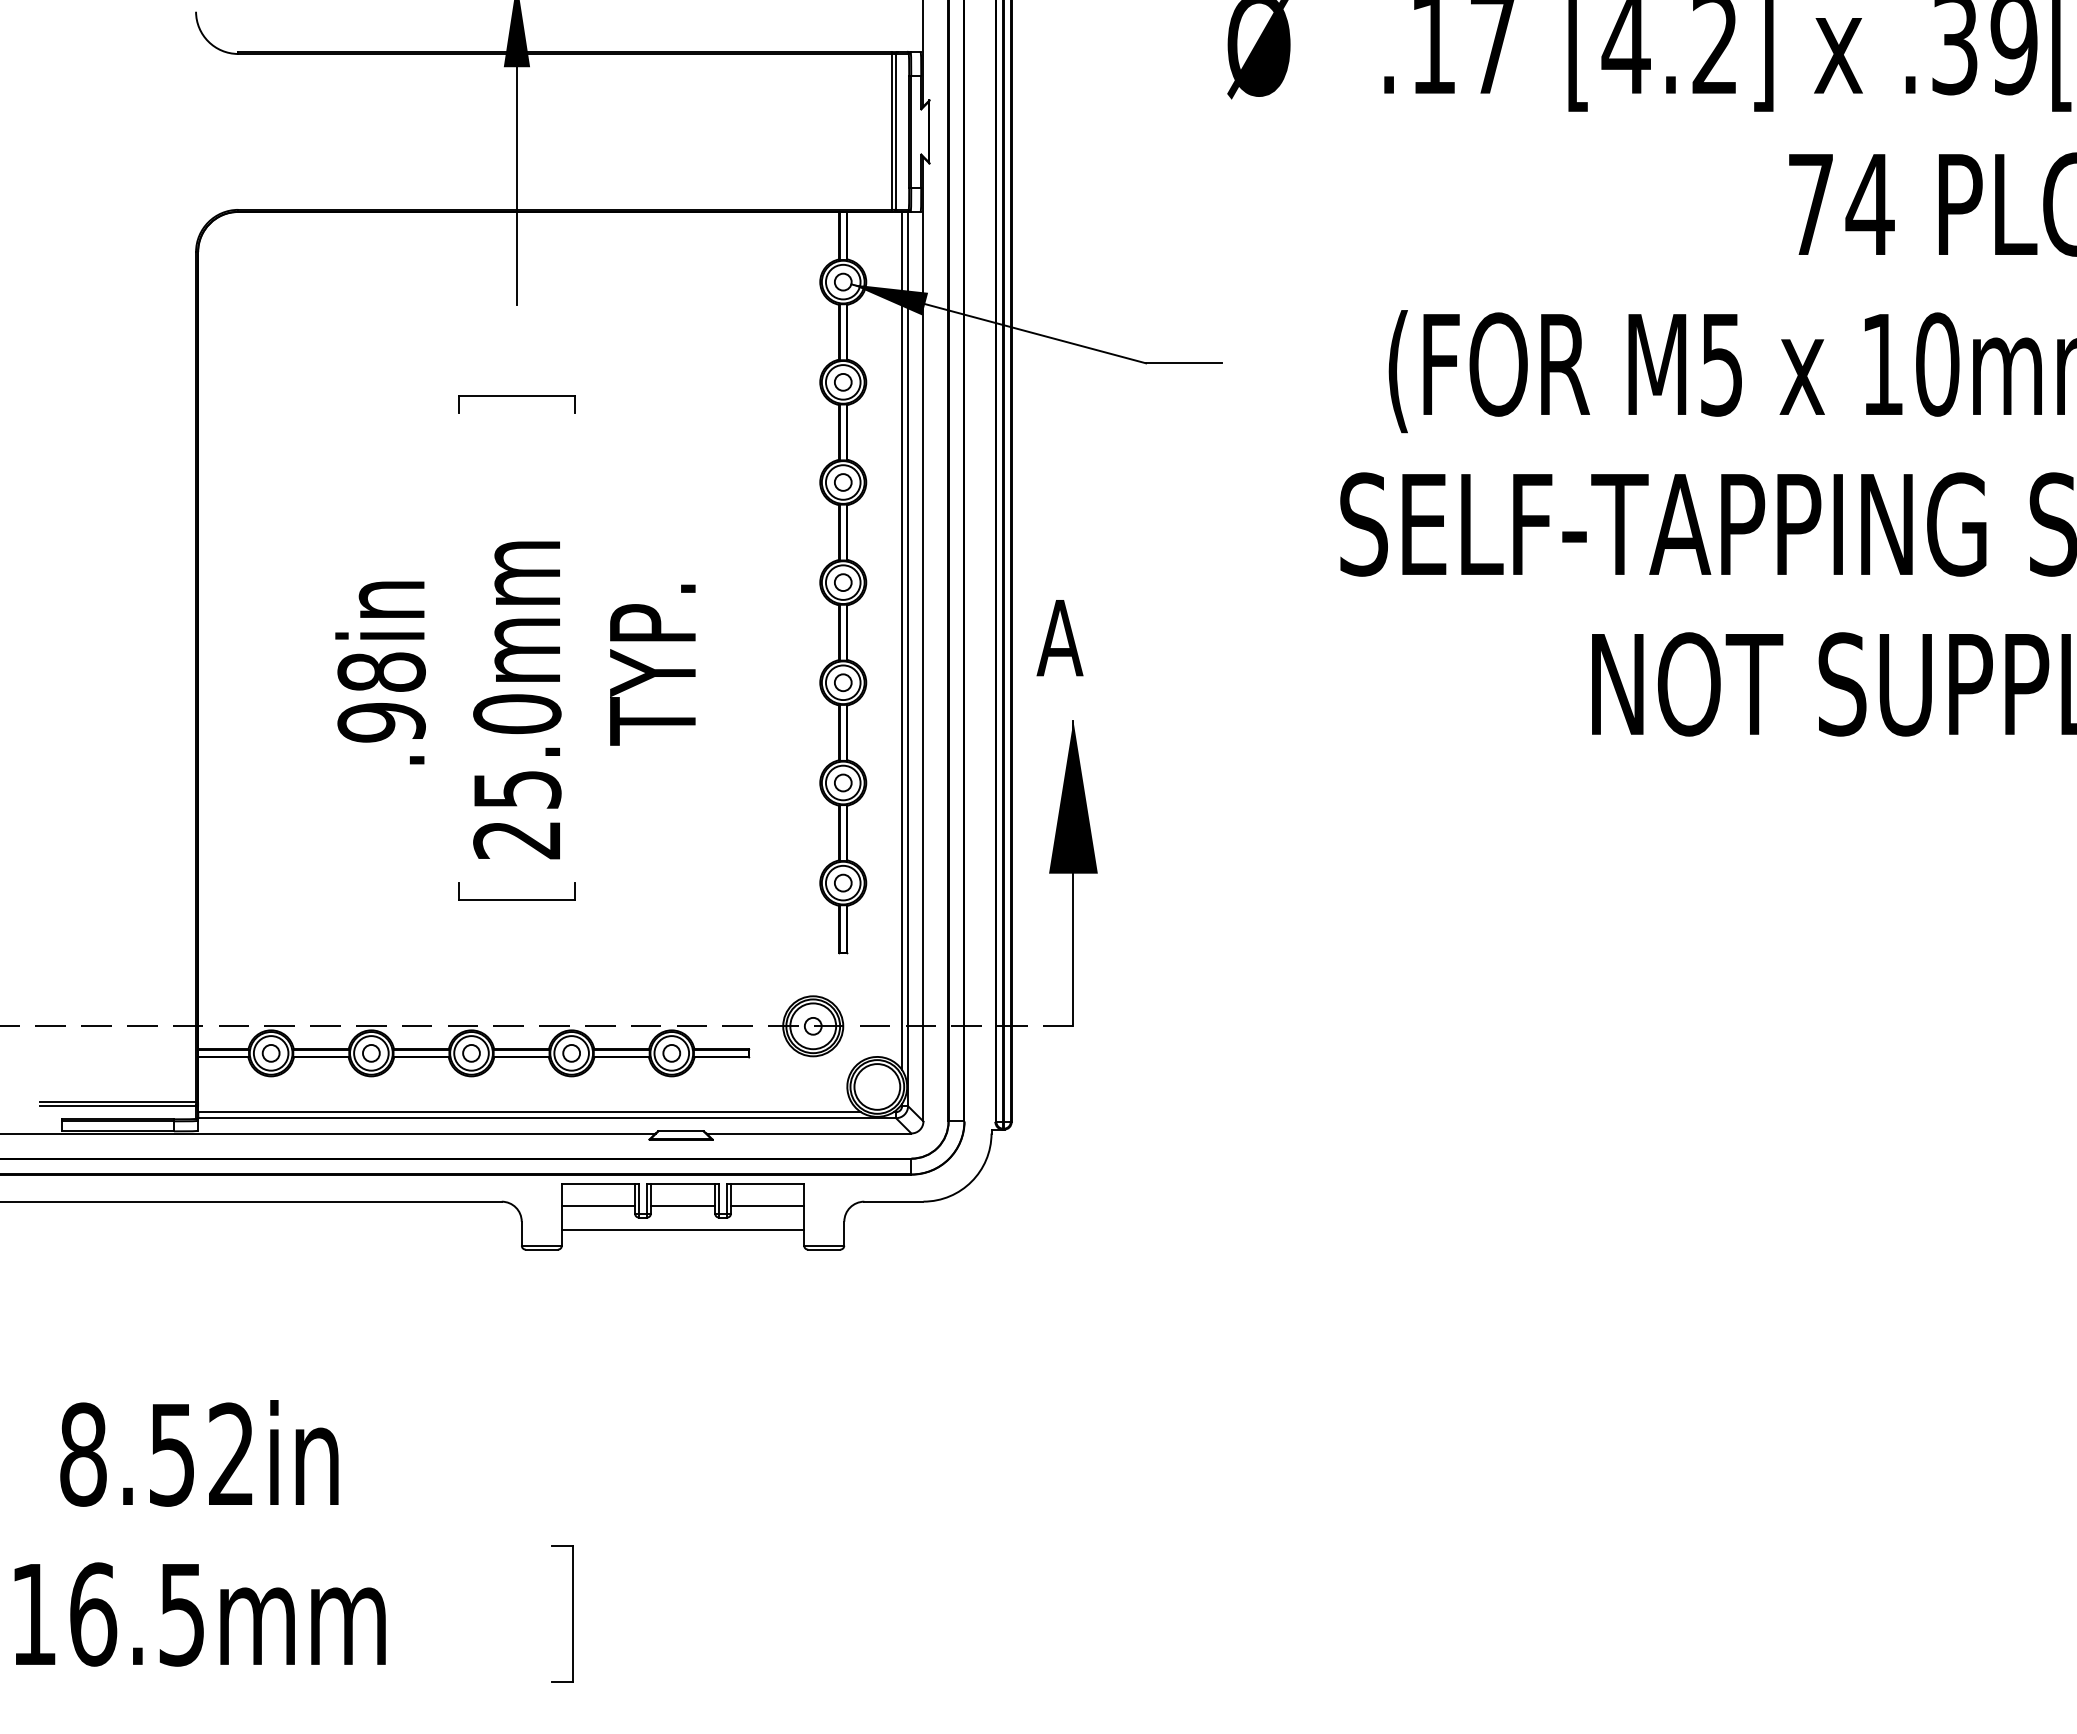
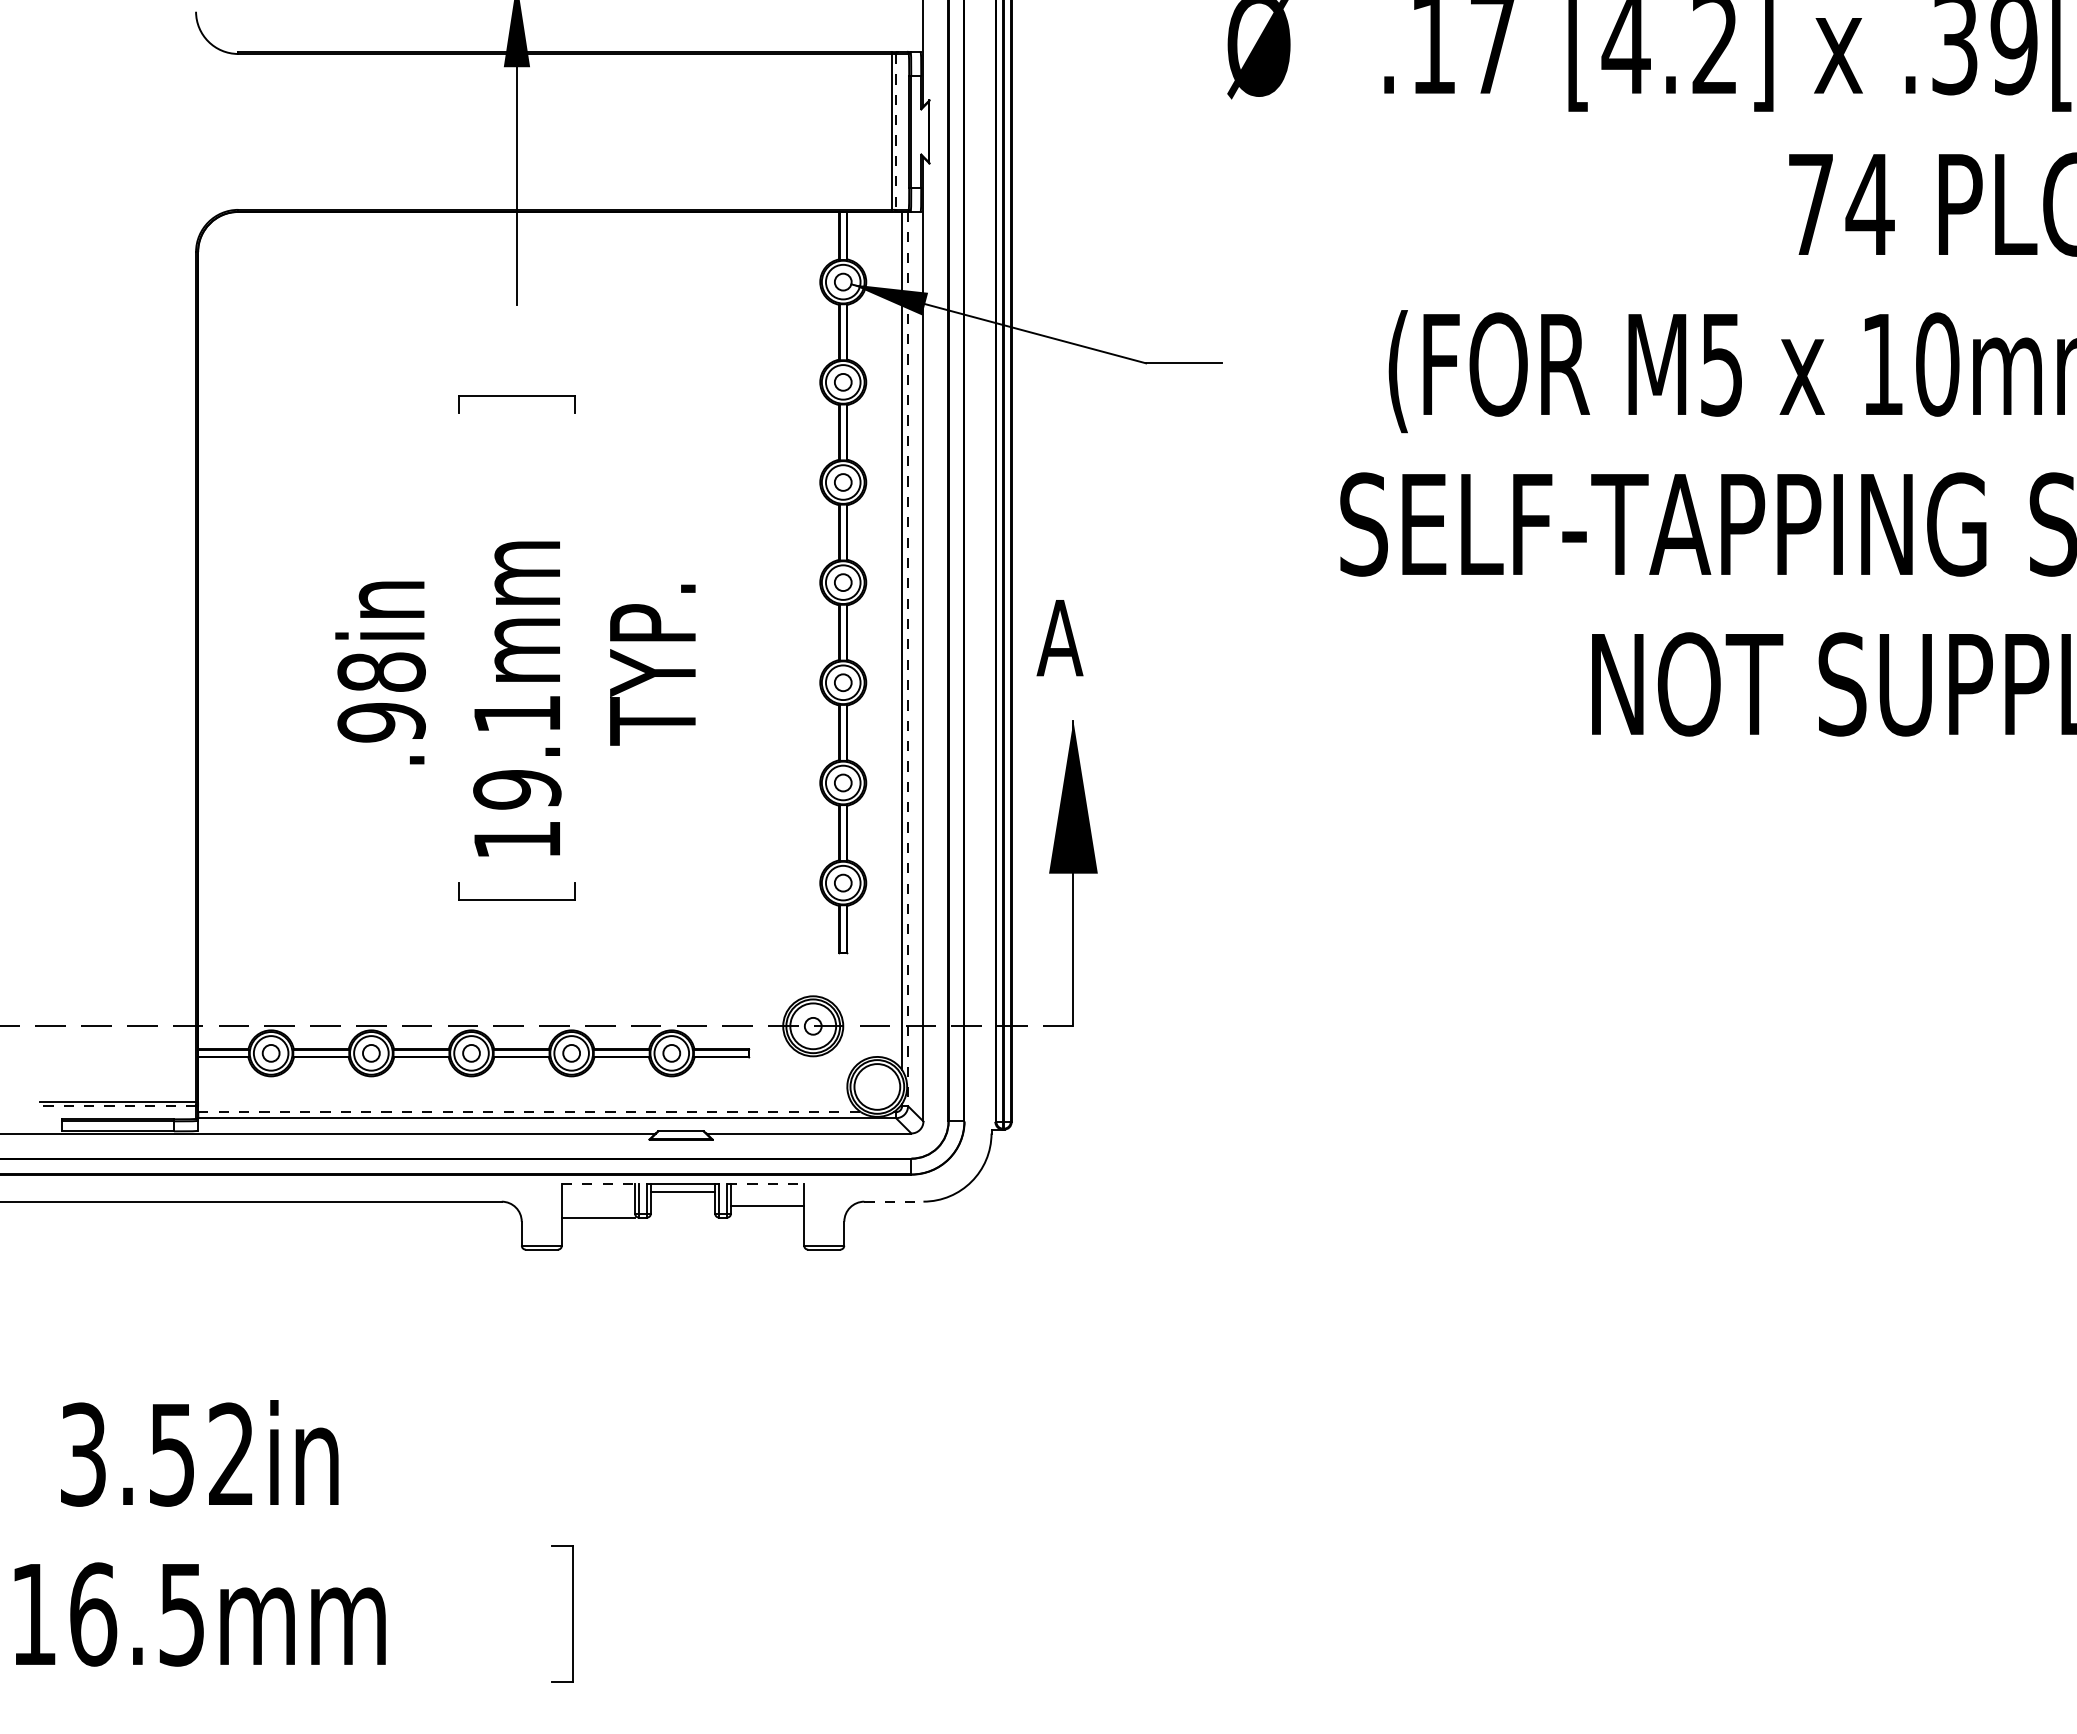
line at (896, 131): solid -> dashed
line at (908, 659): solid -> dashed
text at (517, 776): 25.0mm -> 19.1mm
line at (118, 1106): solid -> dashed
line at (530, 1112): solid -> dashed
line at (600, 1183): solid -> dashed
line at (765, 1183): solid -> dashed
line at (893, 1201): solid -> dashed
line at (598, 1205) position: (598, 1205) -> (598, 1217)
line at (682, 1205) position: (682, 1205) -> (682, 1191)
line at (682, 1229): present -> none
text at (83, 1454): 8.52in -> 3.52in
